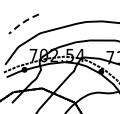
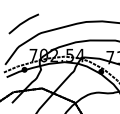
line at (23, 22): dashed -> solid
